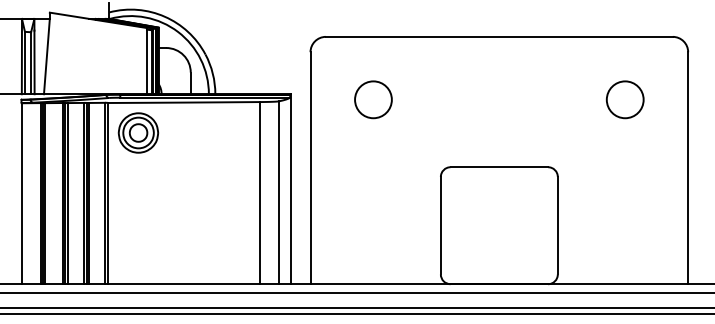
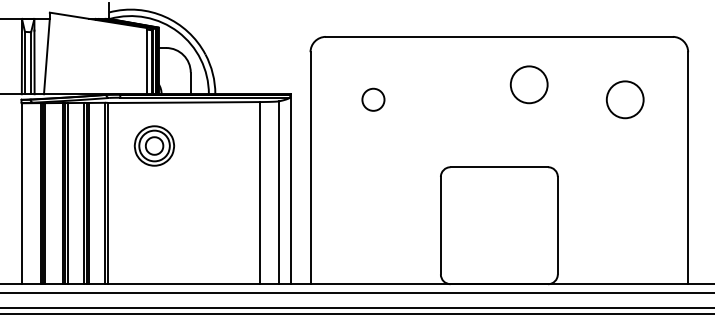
circle at (528, 84): none -> present
circle at (373, 99) diameter: 37 px -> 22 px
part at (137, 132) position: (137, 132) -> (153, 145)
